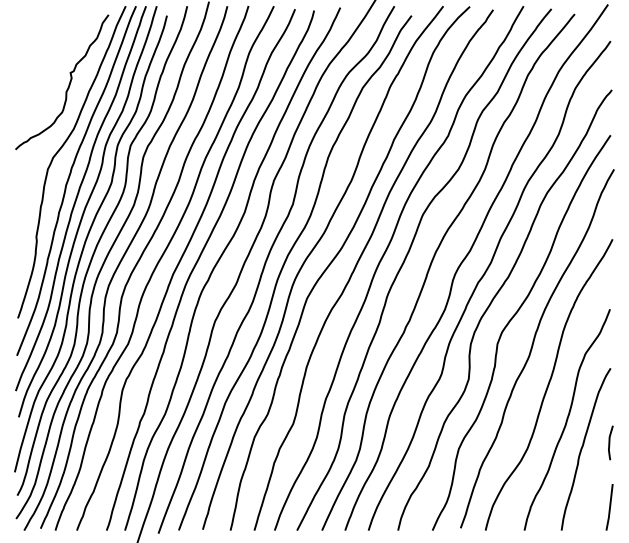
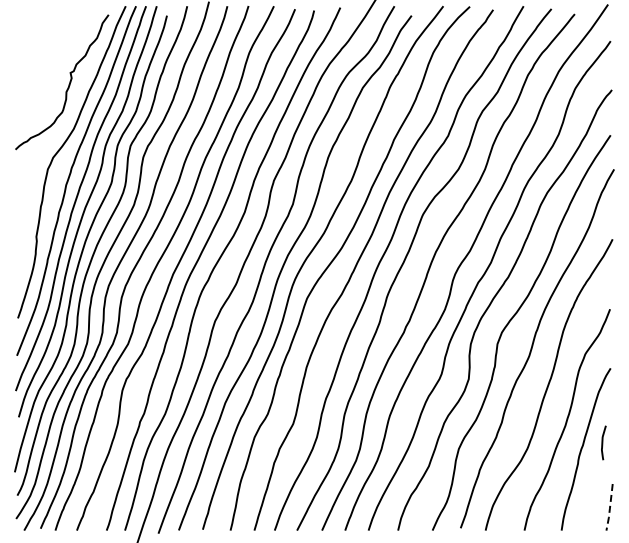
curve at (610, 442) position: (610, 442) -> (603, 442)
line at (609, 508): solid -> dashed
